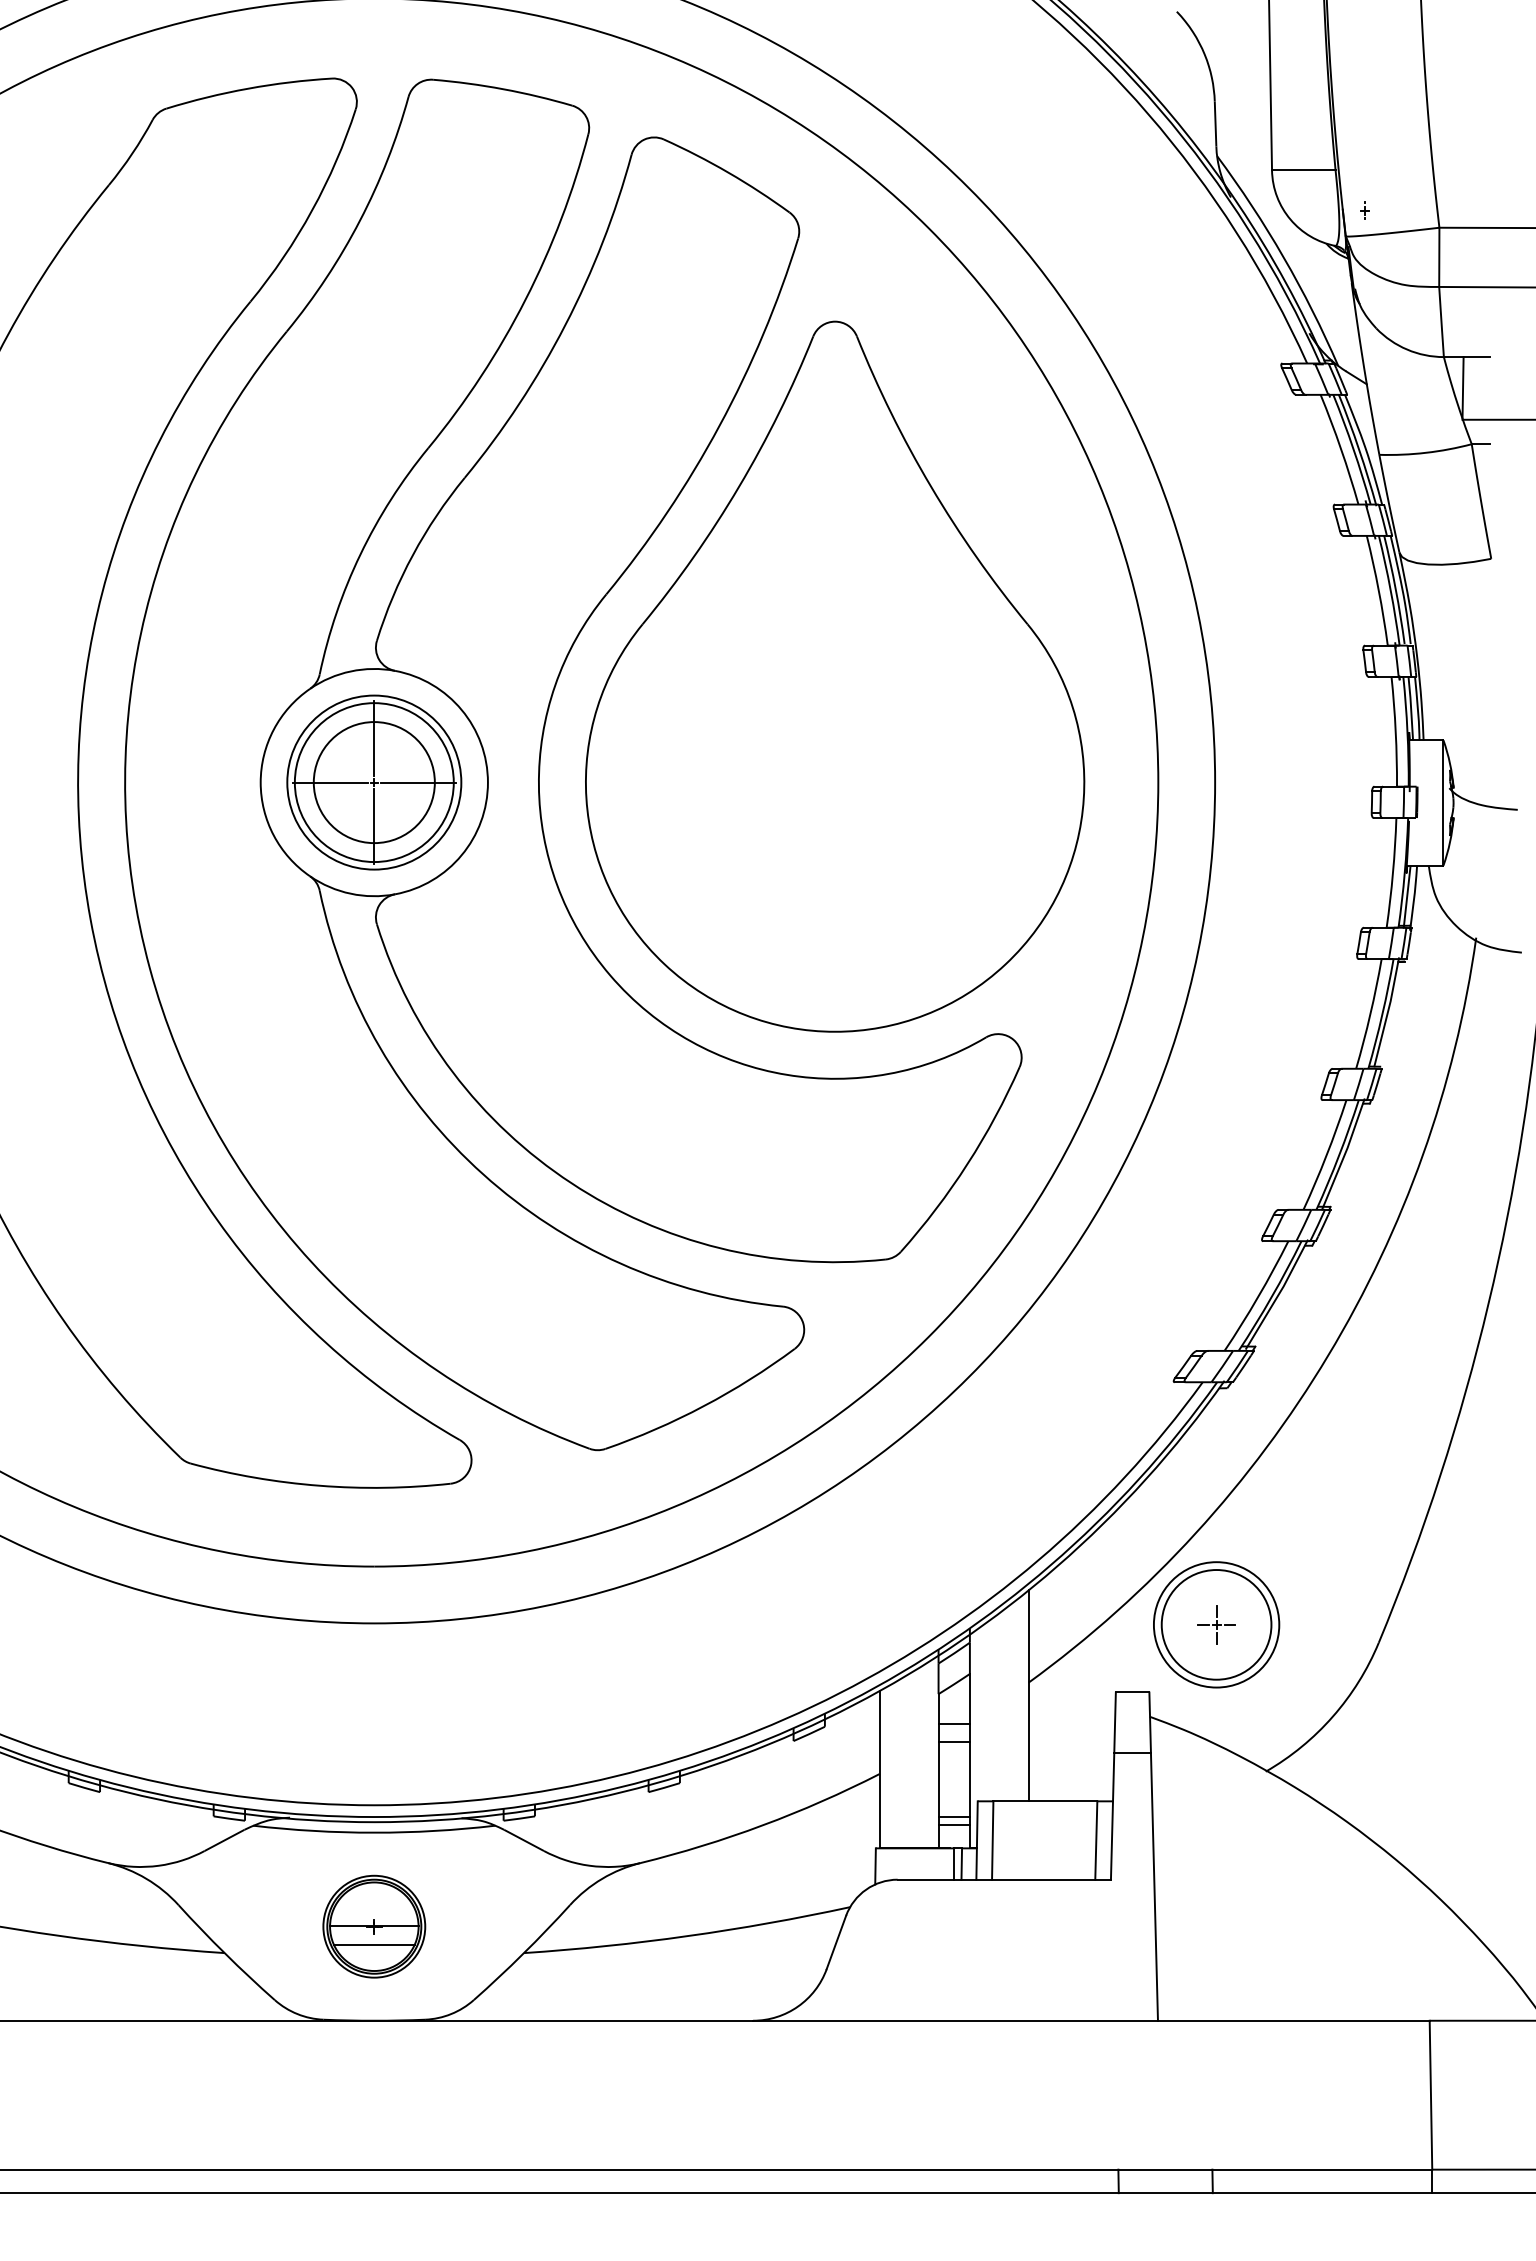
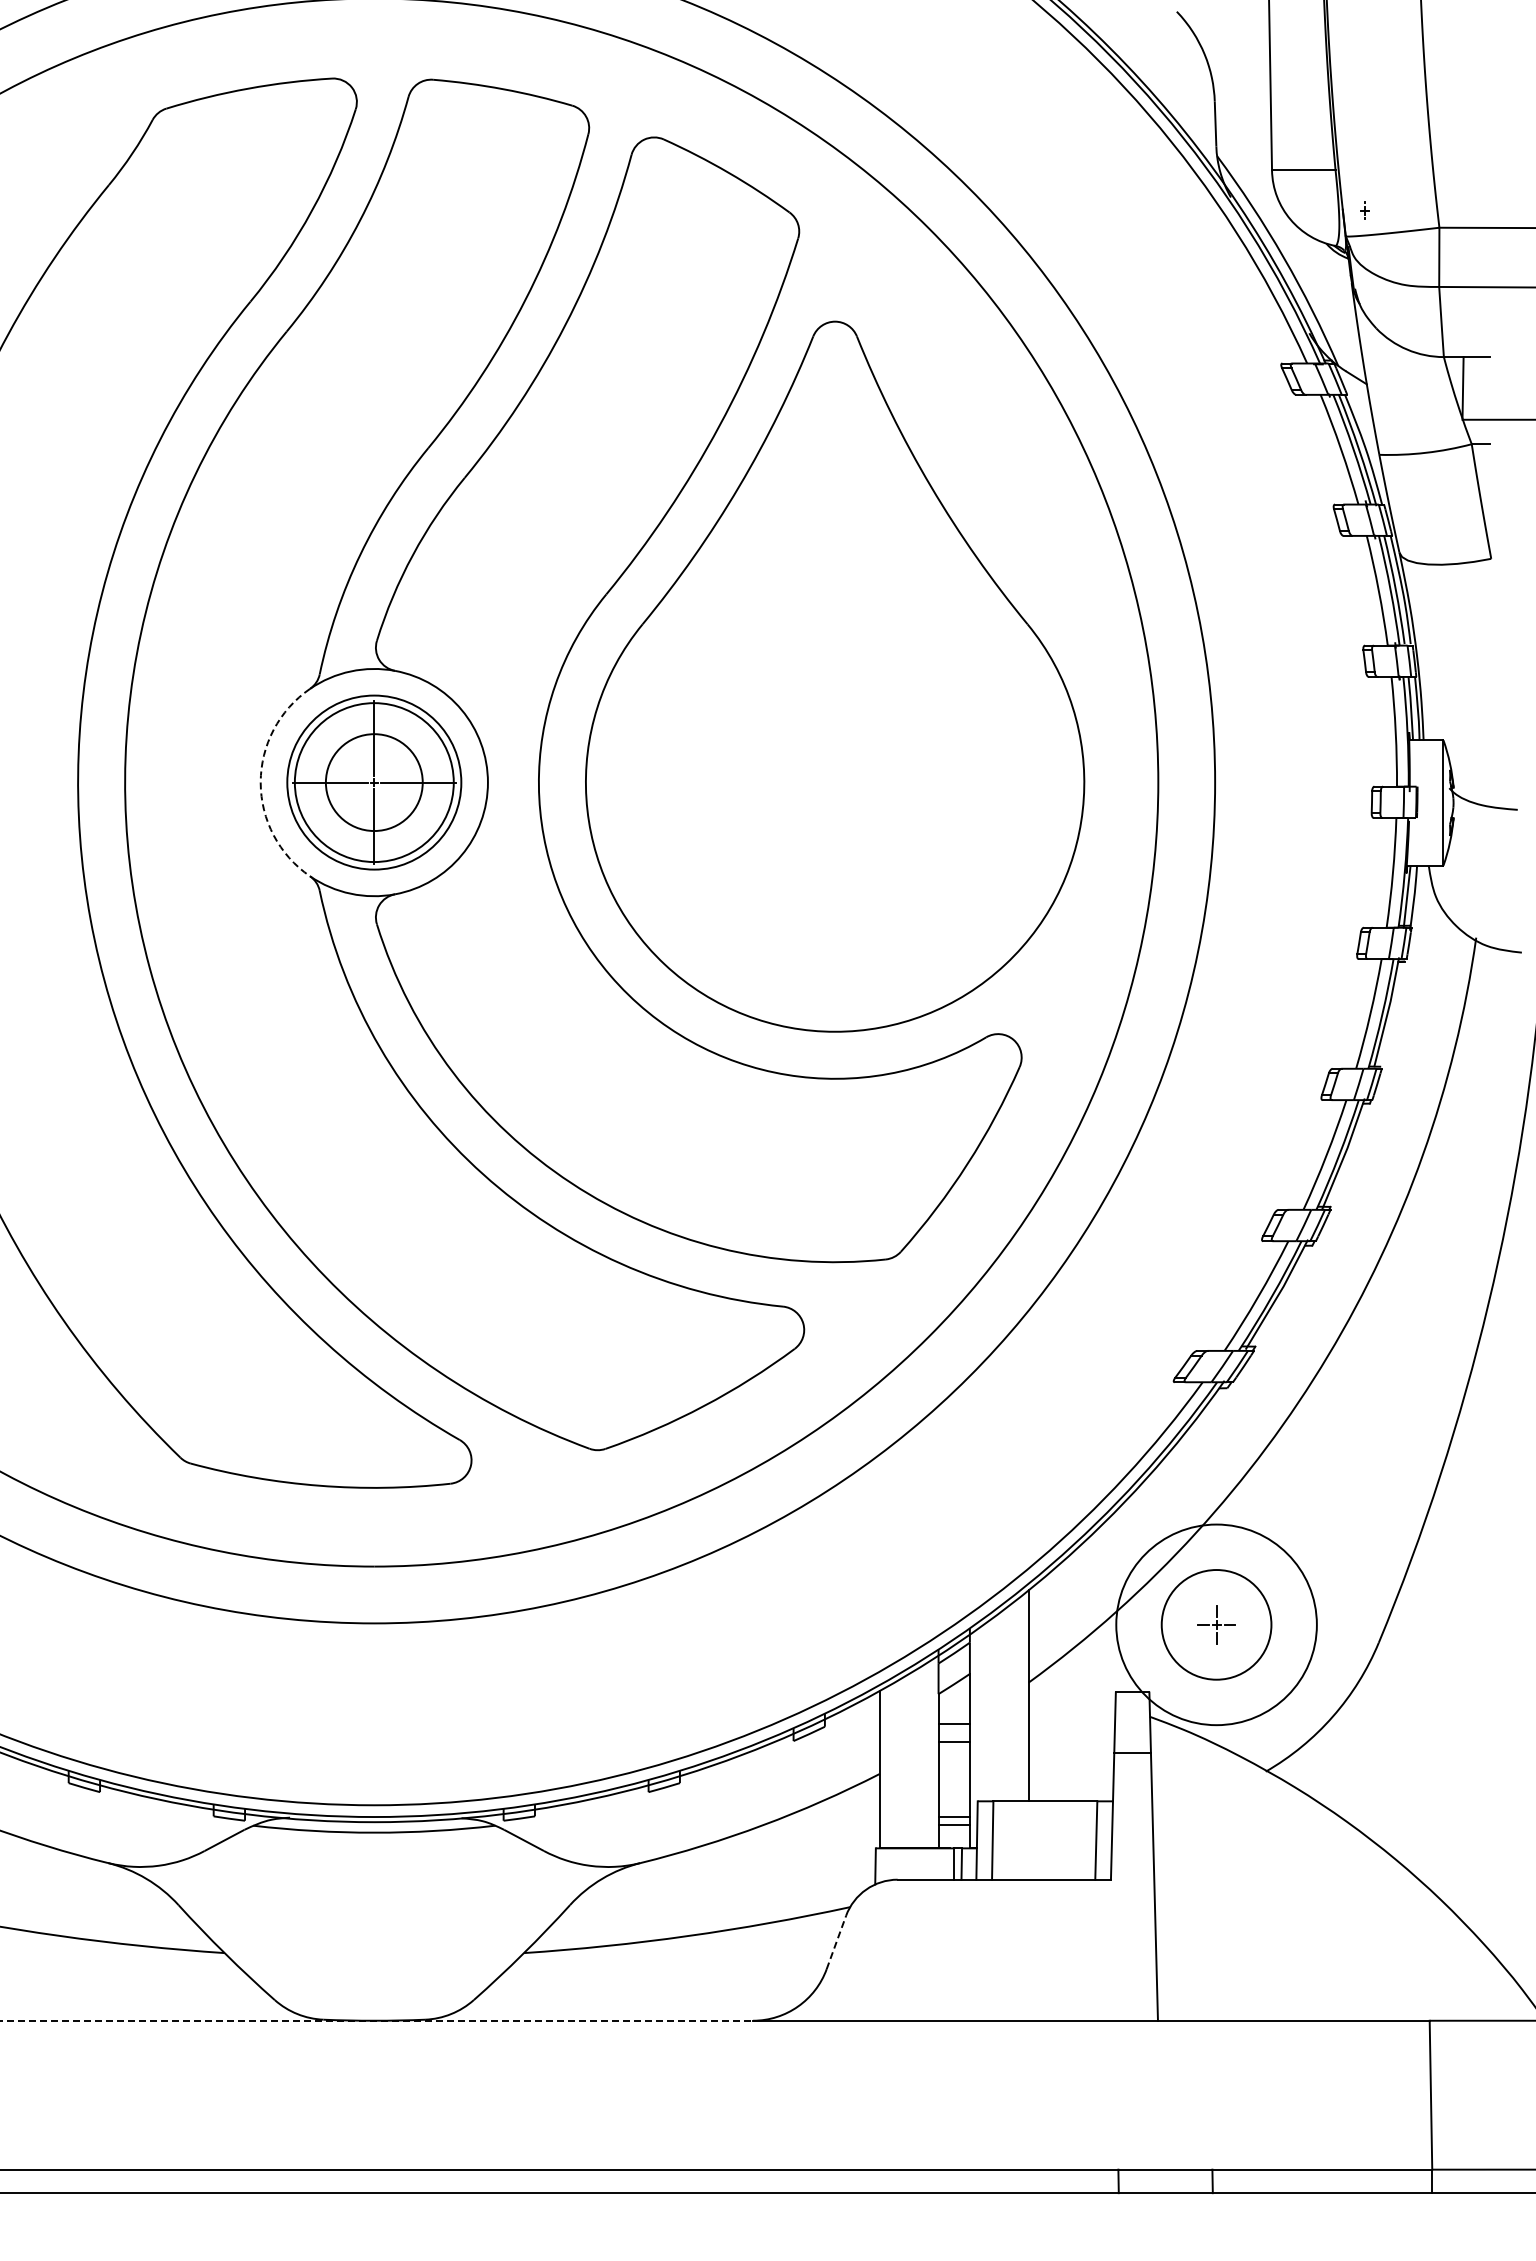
arc at (260, 782): solid -> dashed
circle at (373, 782) diameter: 121 px -> 97 px
circle at (1216, 1624) diameter: 125 px -> 201 px
part at (374, 1926): present -> none
line at (836, 1942): solid -> dashed
line at (377, 2020): solid -> dashed
